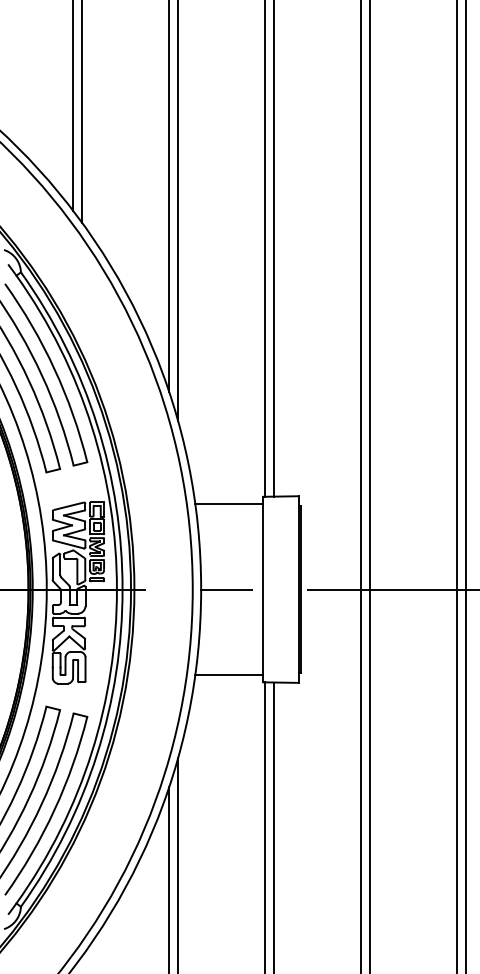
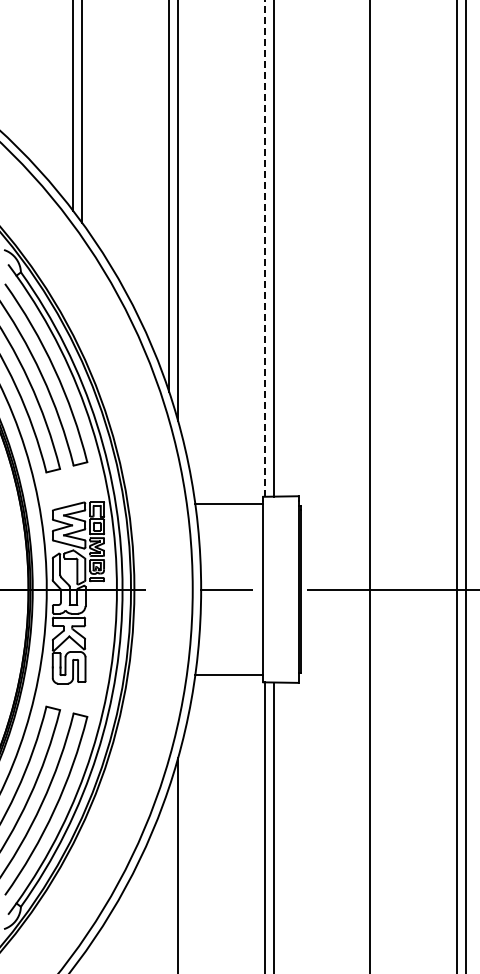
line at (265, 248): solid -> dashed
line at (360, 486): present -> none
line at (169, 878): present -> none
